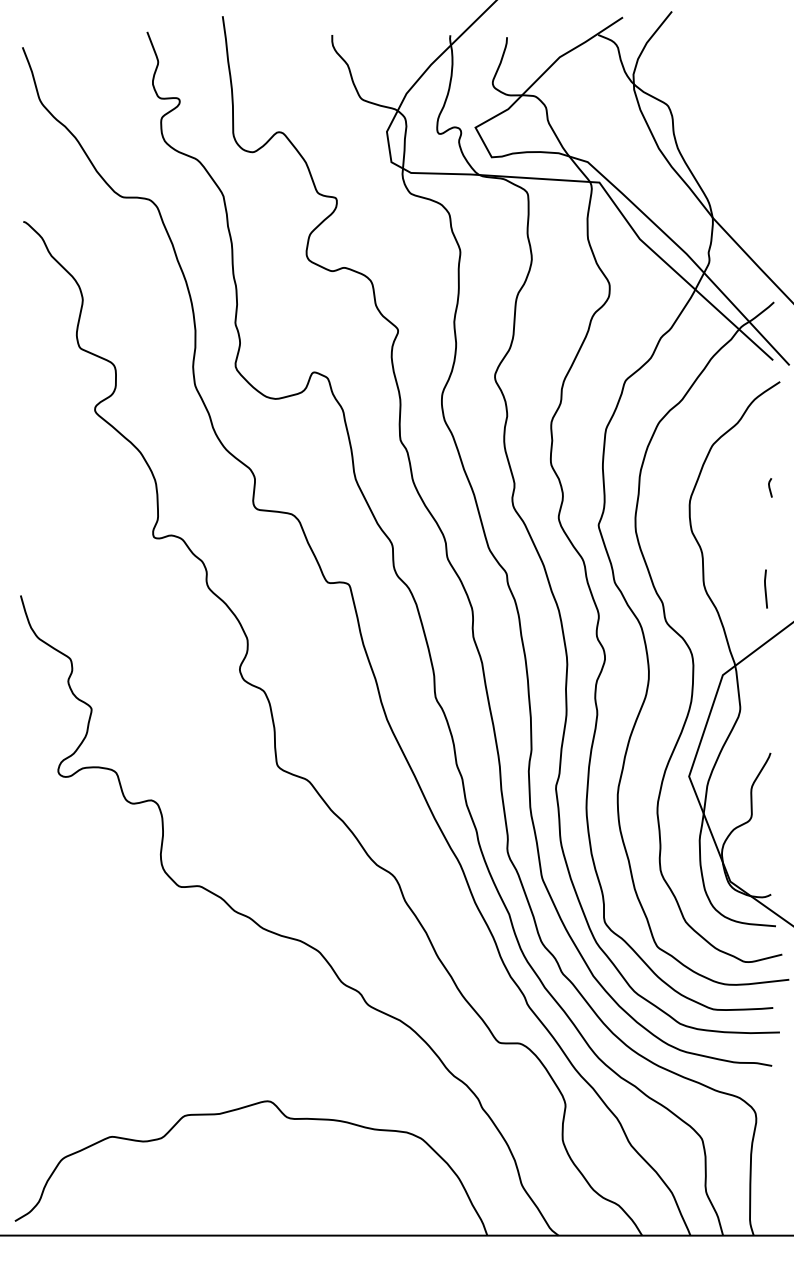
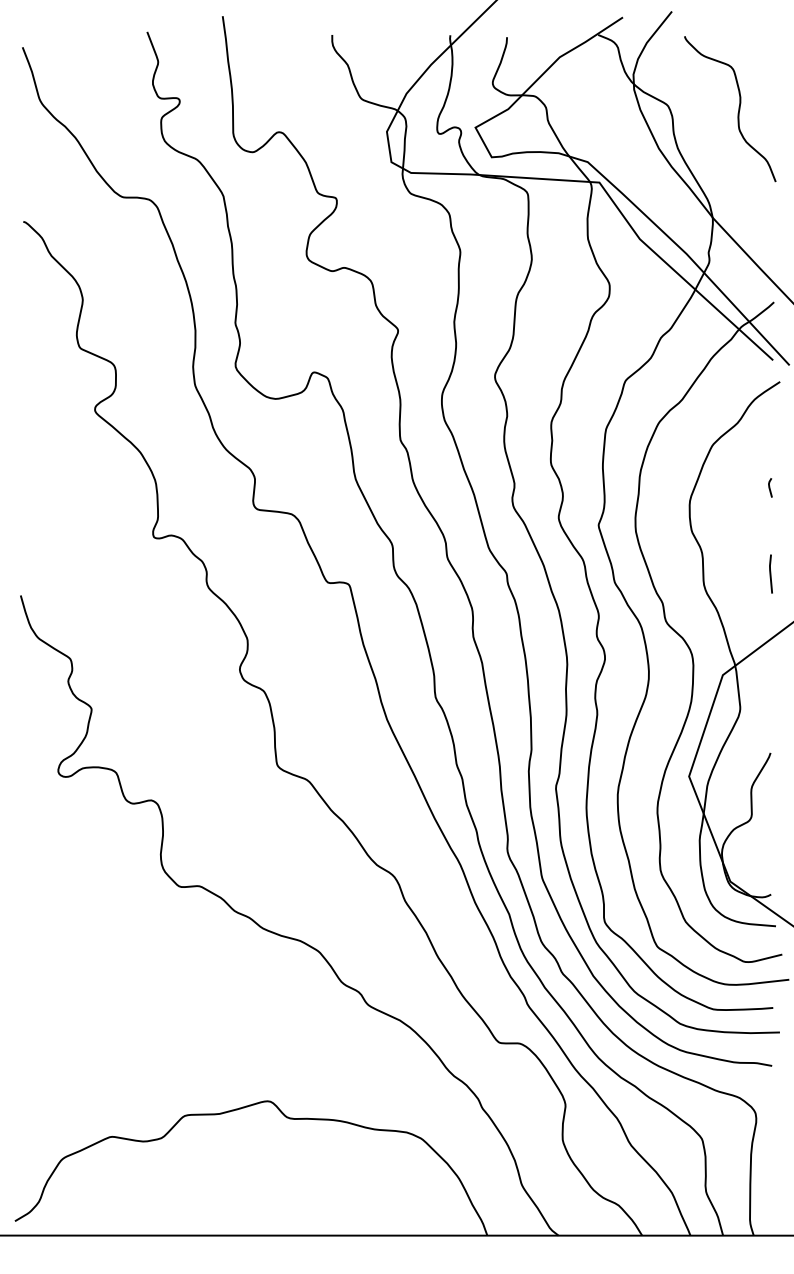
curve at (738, 109): none -> present
line at (765, 588) position: (765, 588) -> (770, 573)
